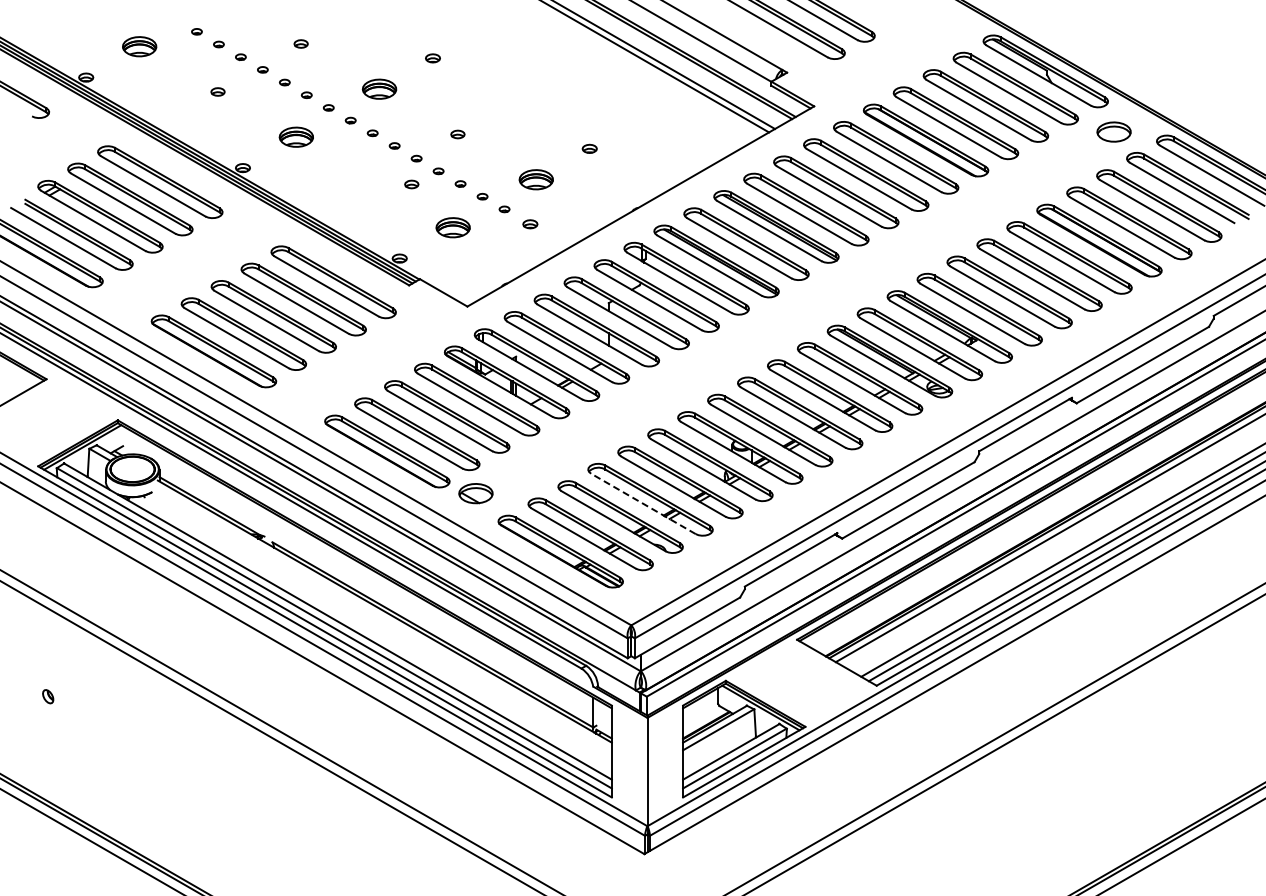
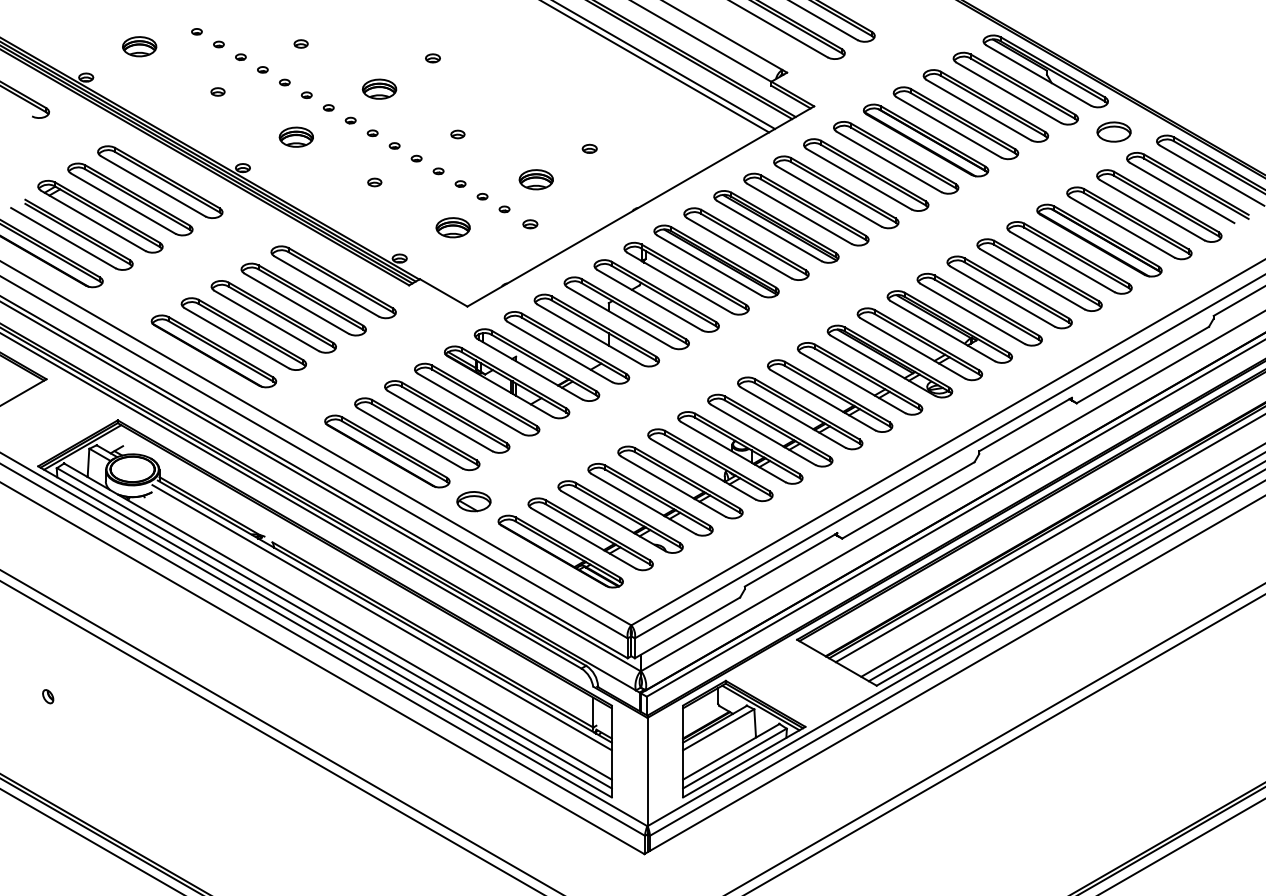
part at (411, 184) position: (411, 184) -> (374, 182)
part at (475, 493) position: (475, 493) -> (473, 501)
line at (643, 503): dashed -> solid
line at (381, 617): none -> present
